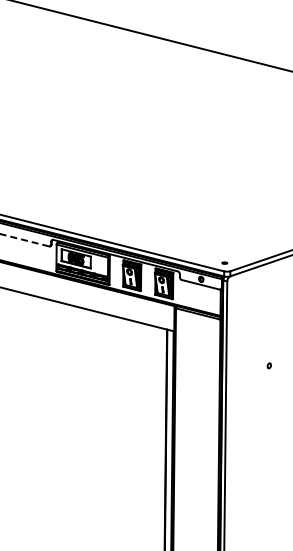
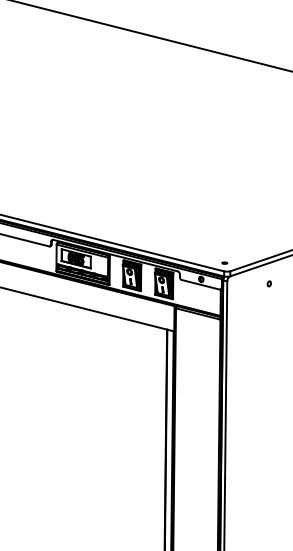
line at (24, 240): dashed -> solid
part at (268, 365) position: (268, 365) -> (268, 283)
